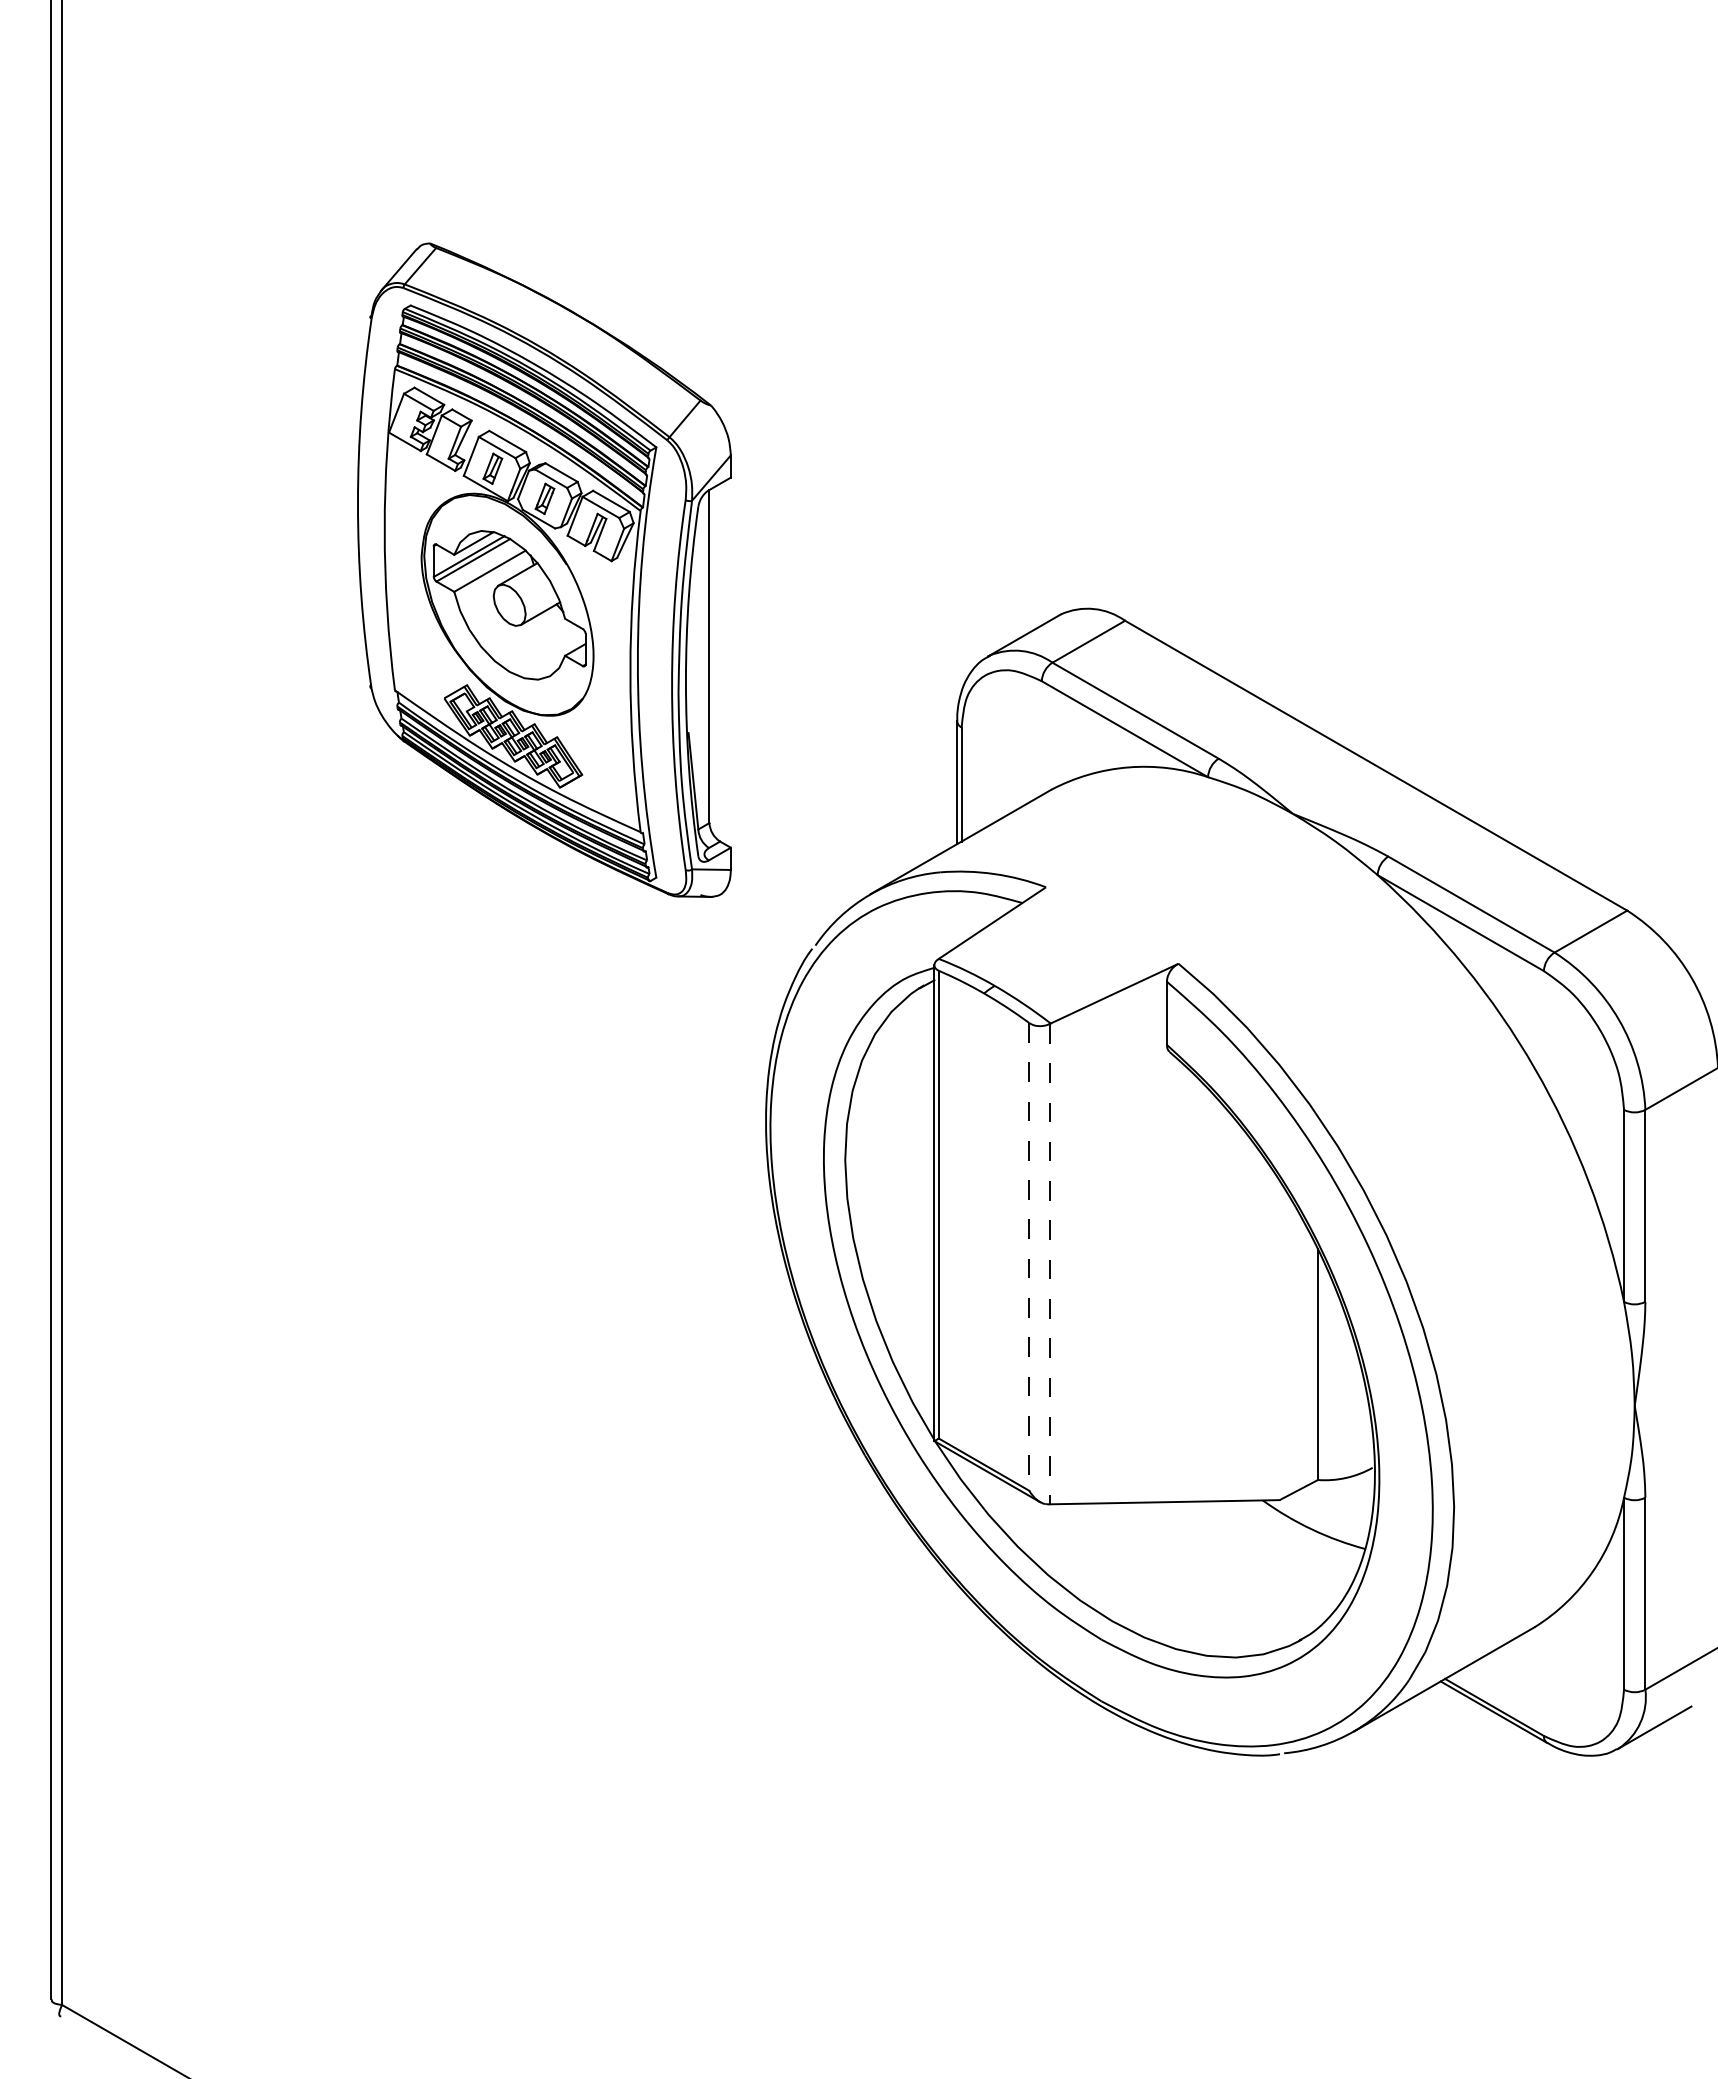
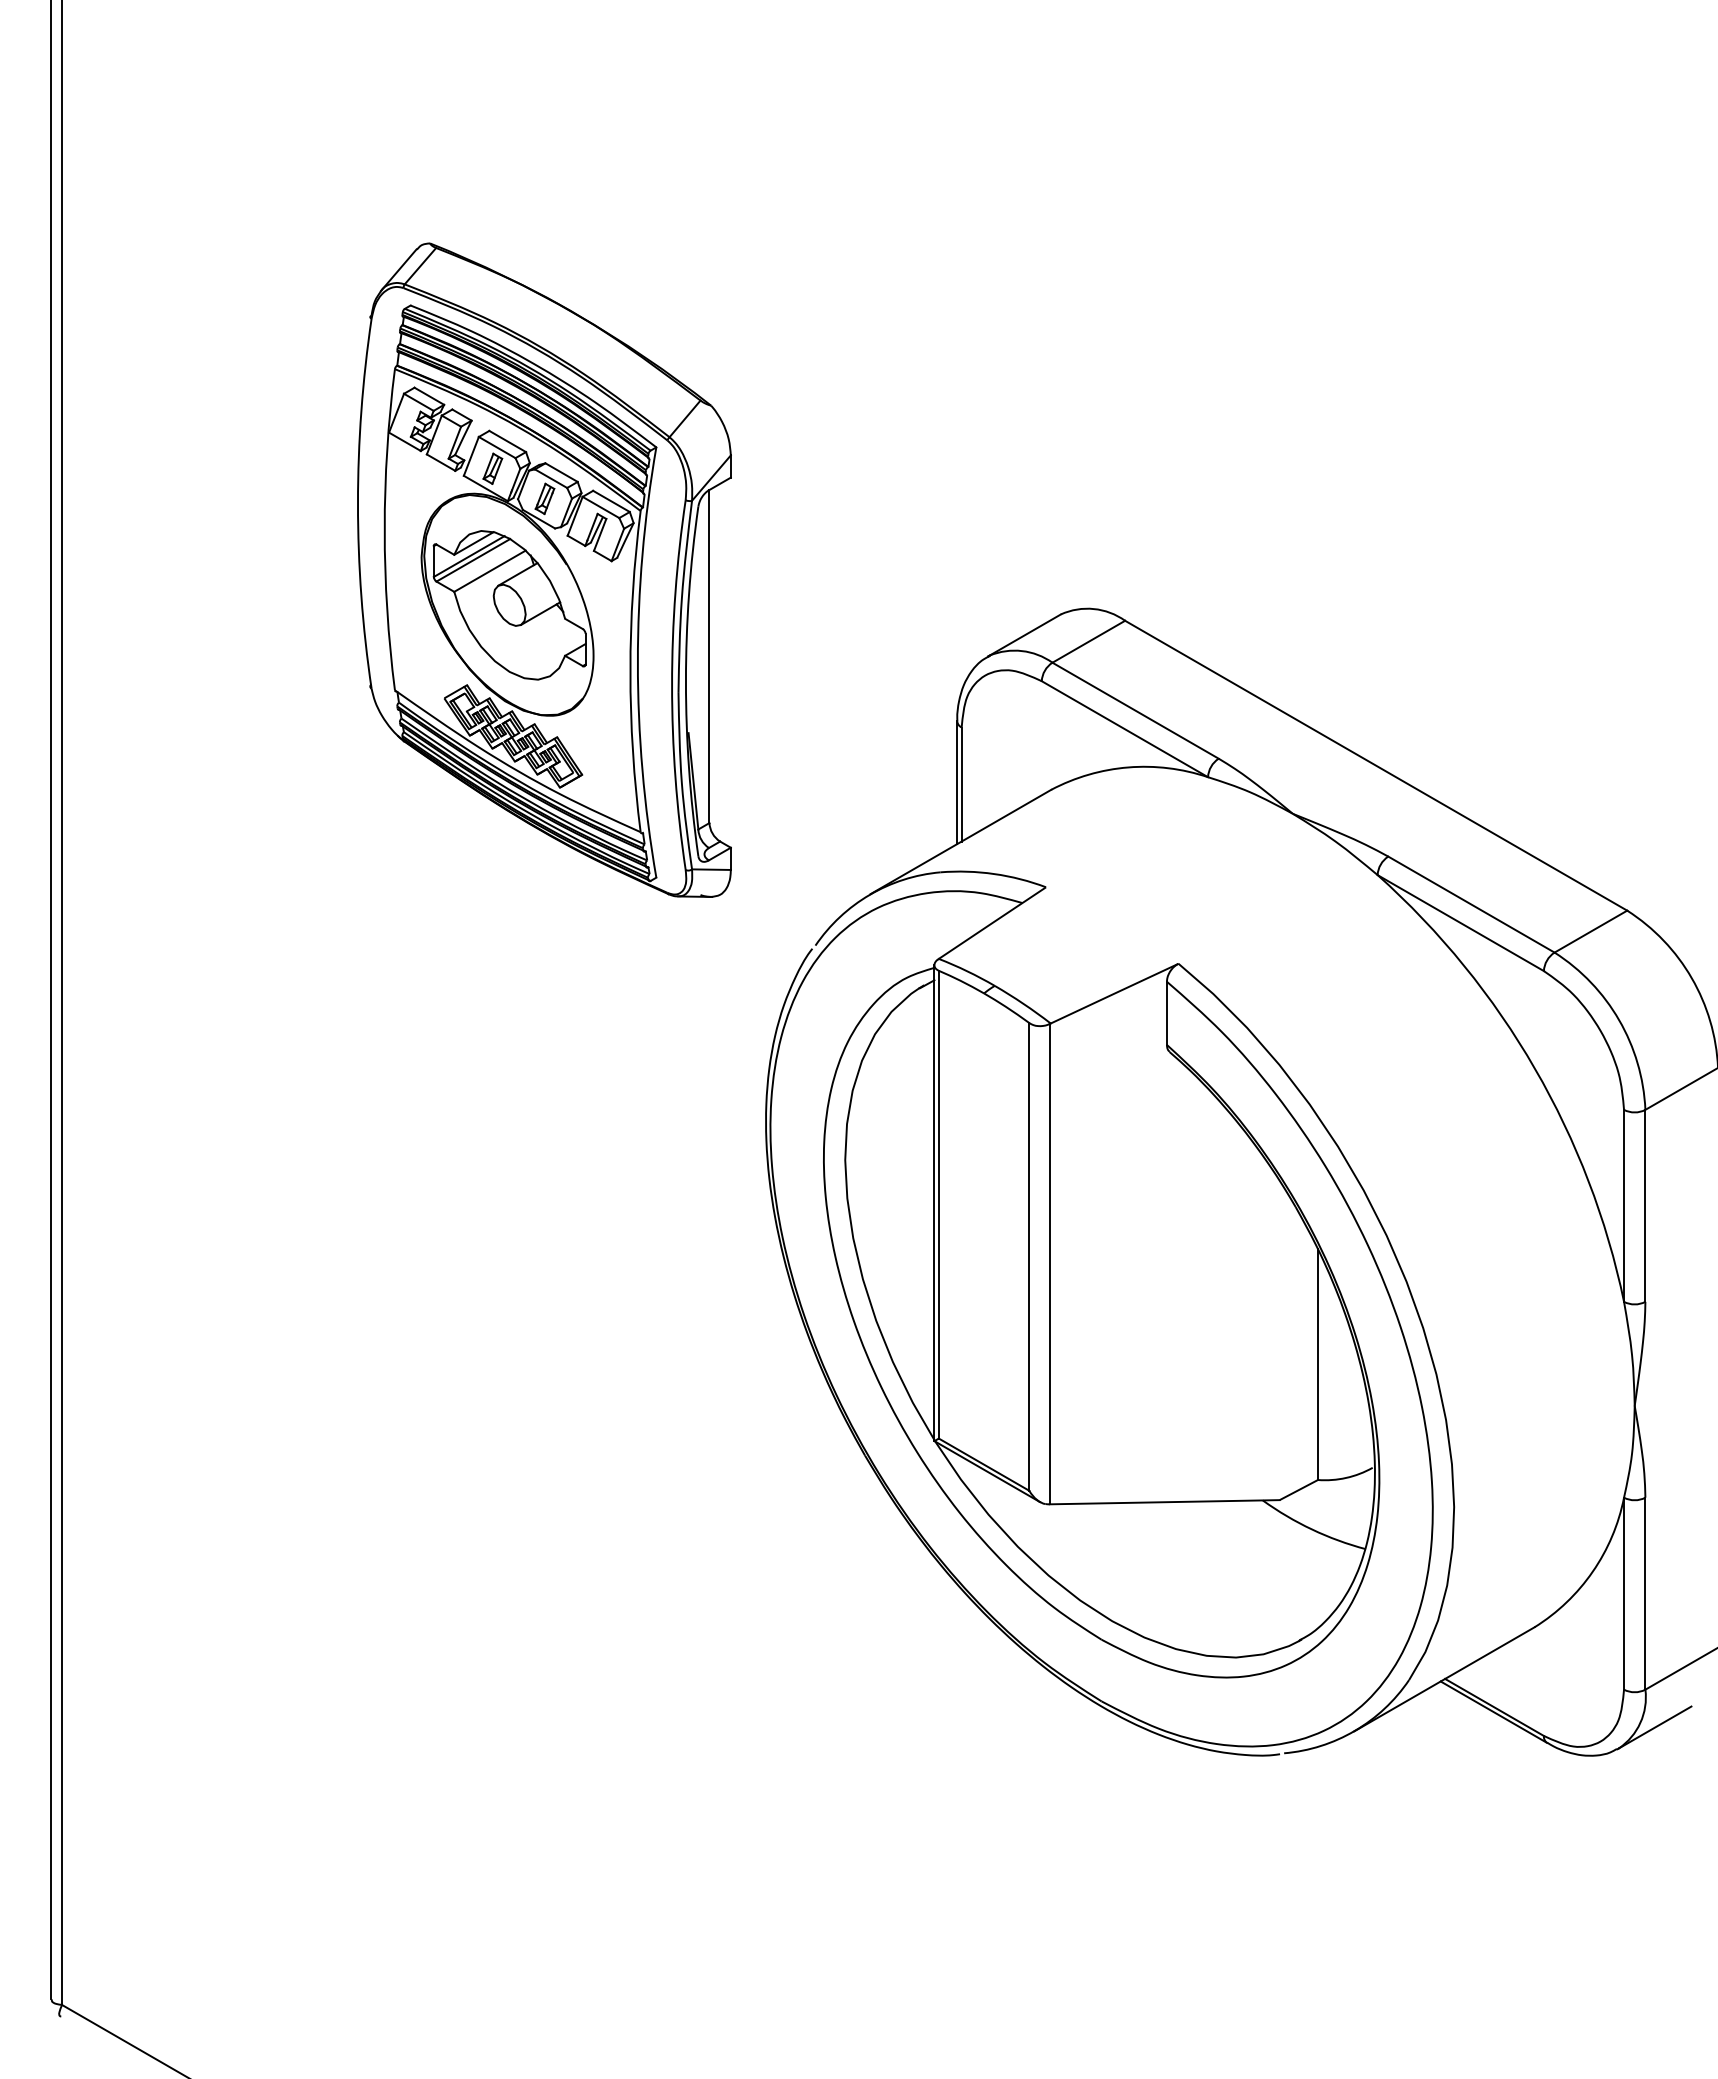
line at (1029, 1256): dashed -> solid
line at (1049, 1264): dashed -> solid
